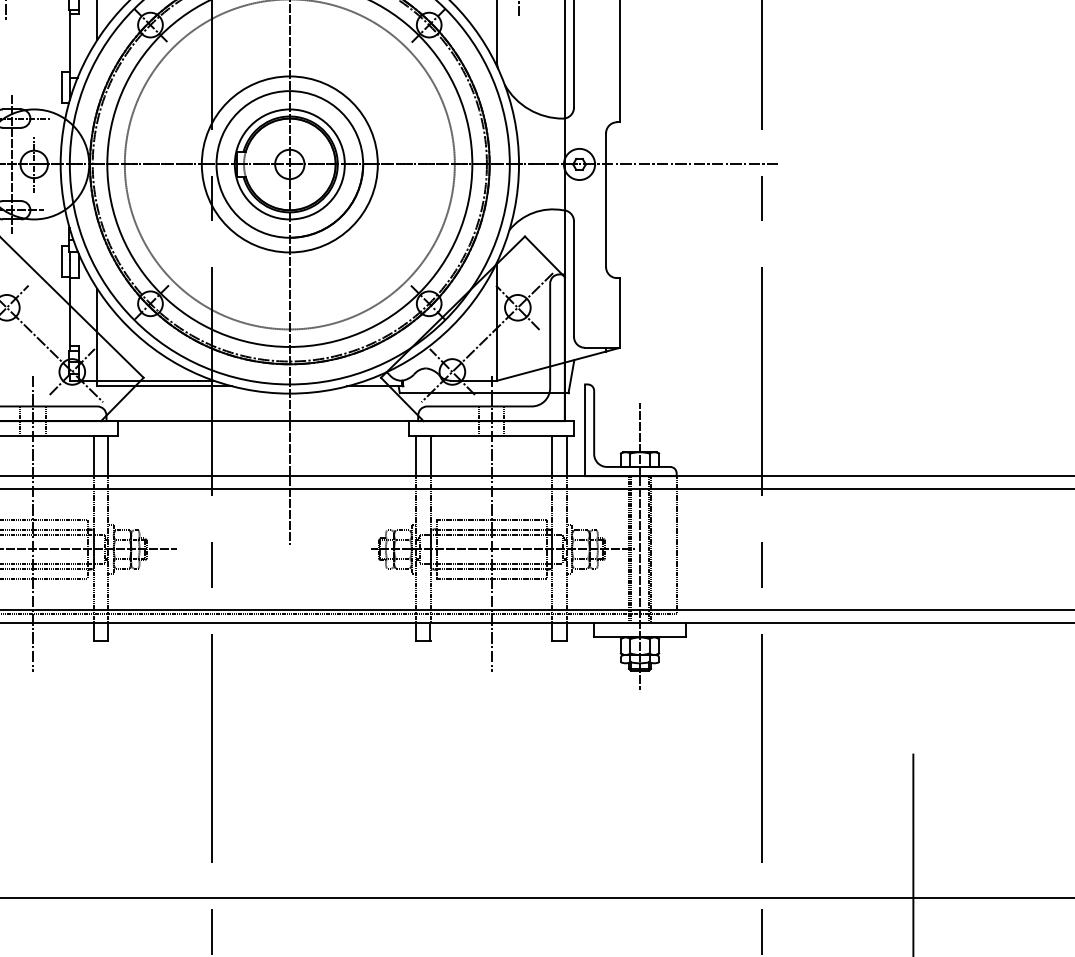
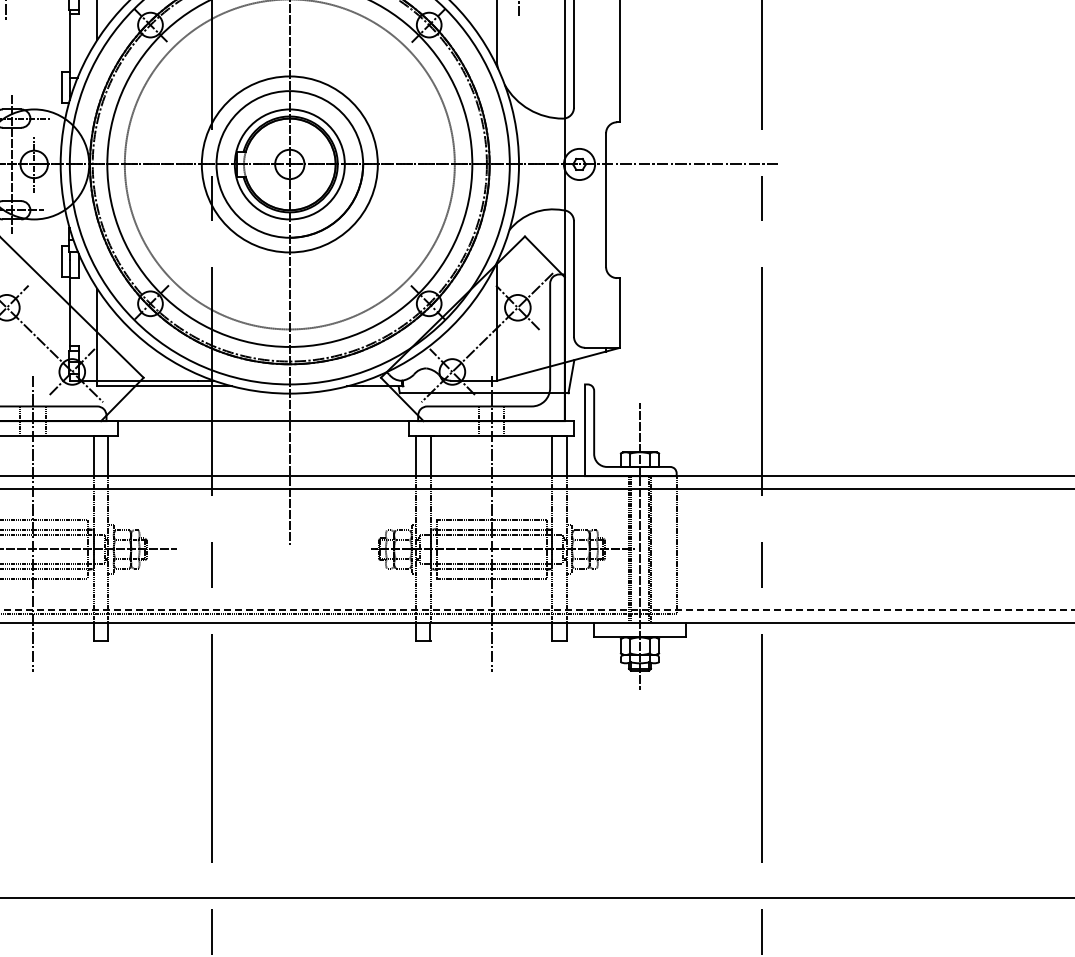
line at (537, 609): solid -> dashed
line at (913, 853): present -> none
